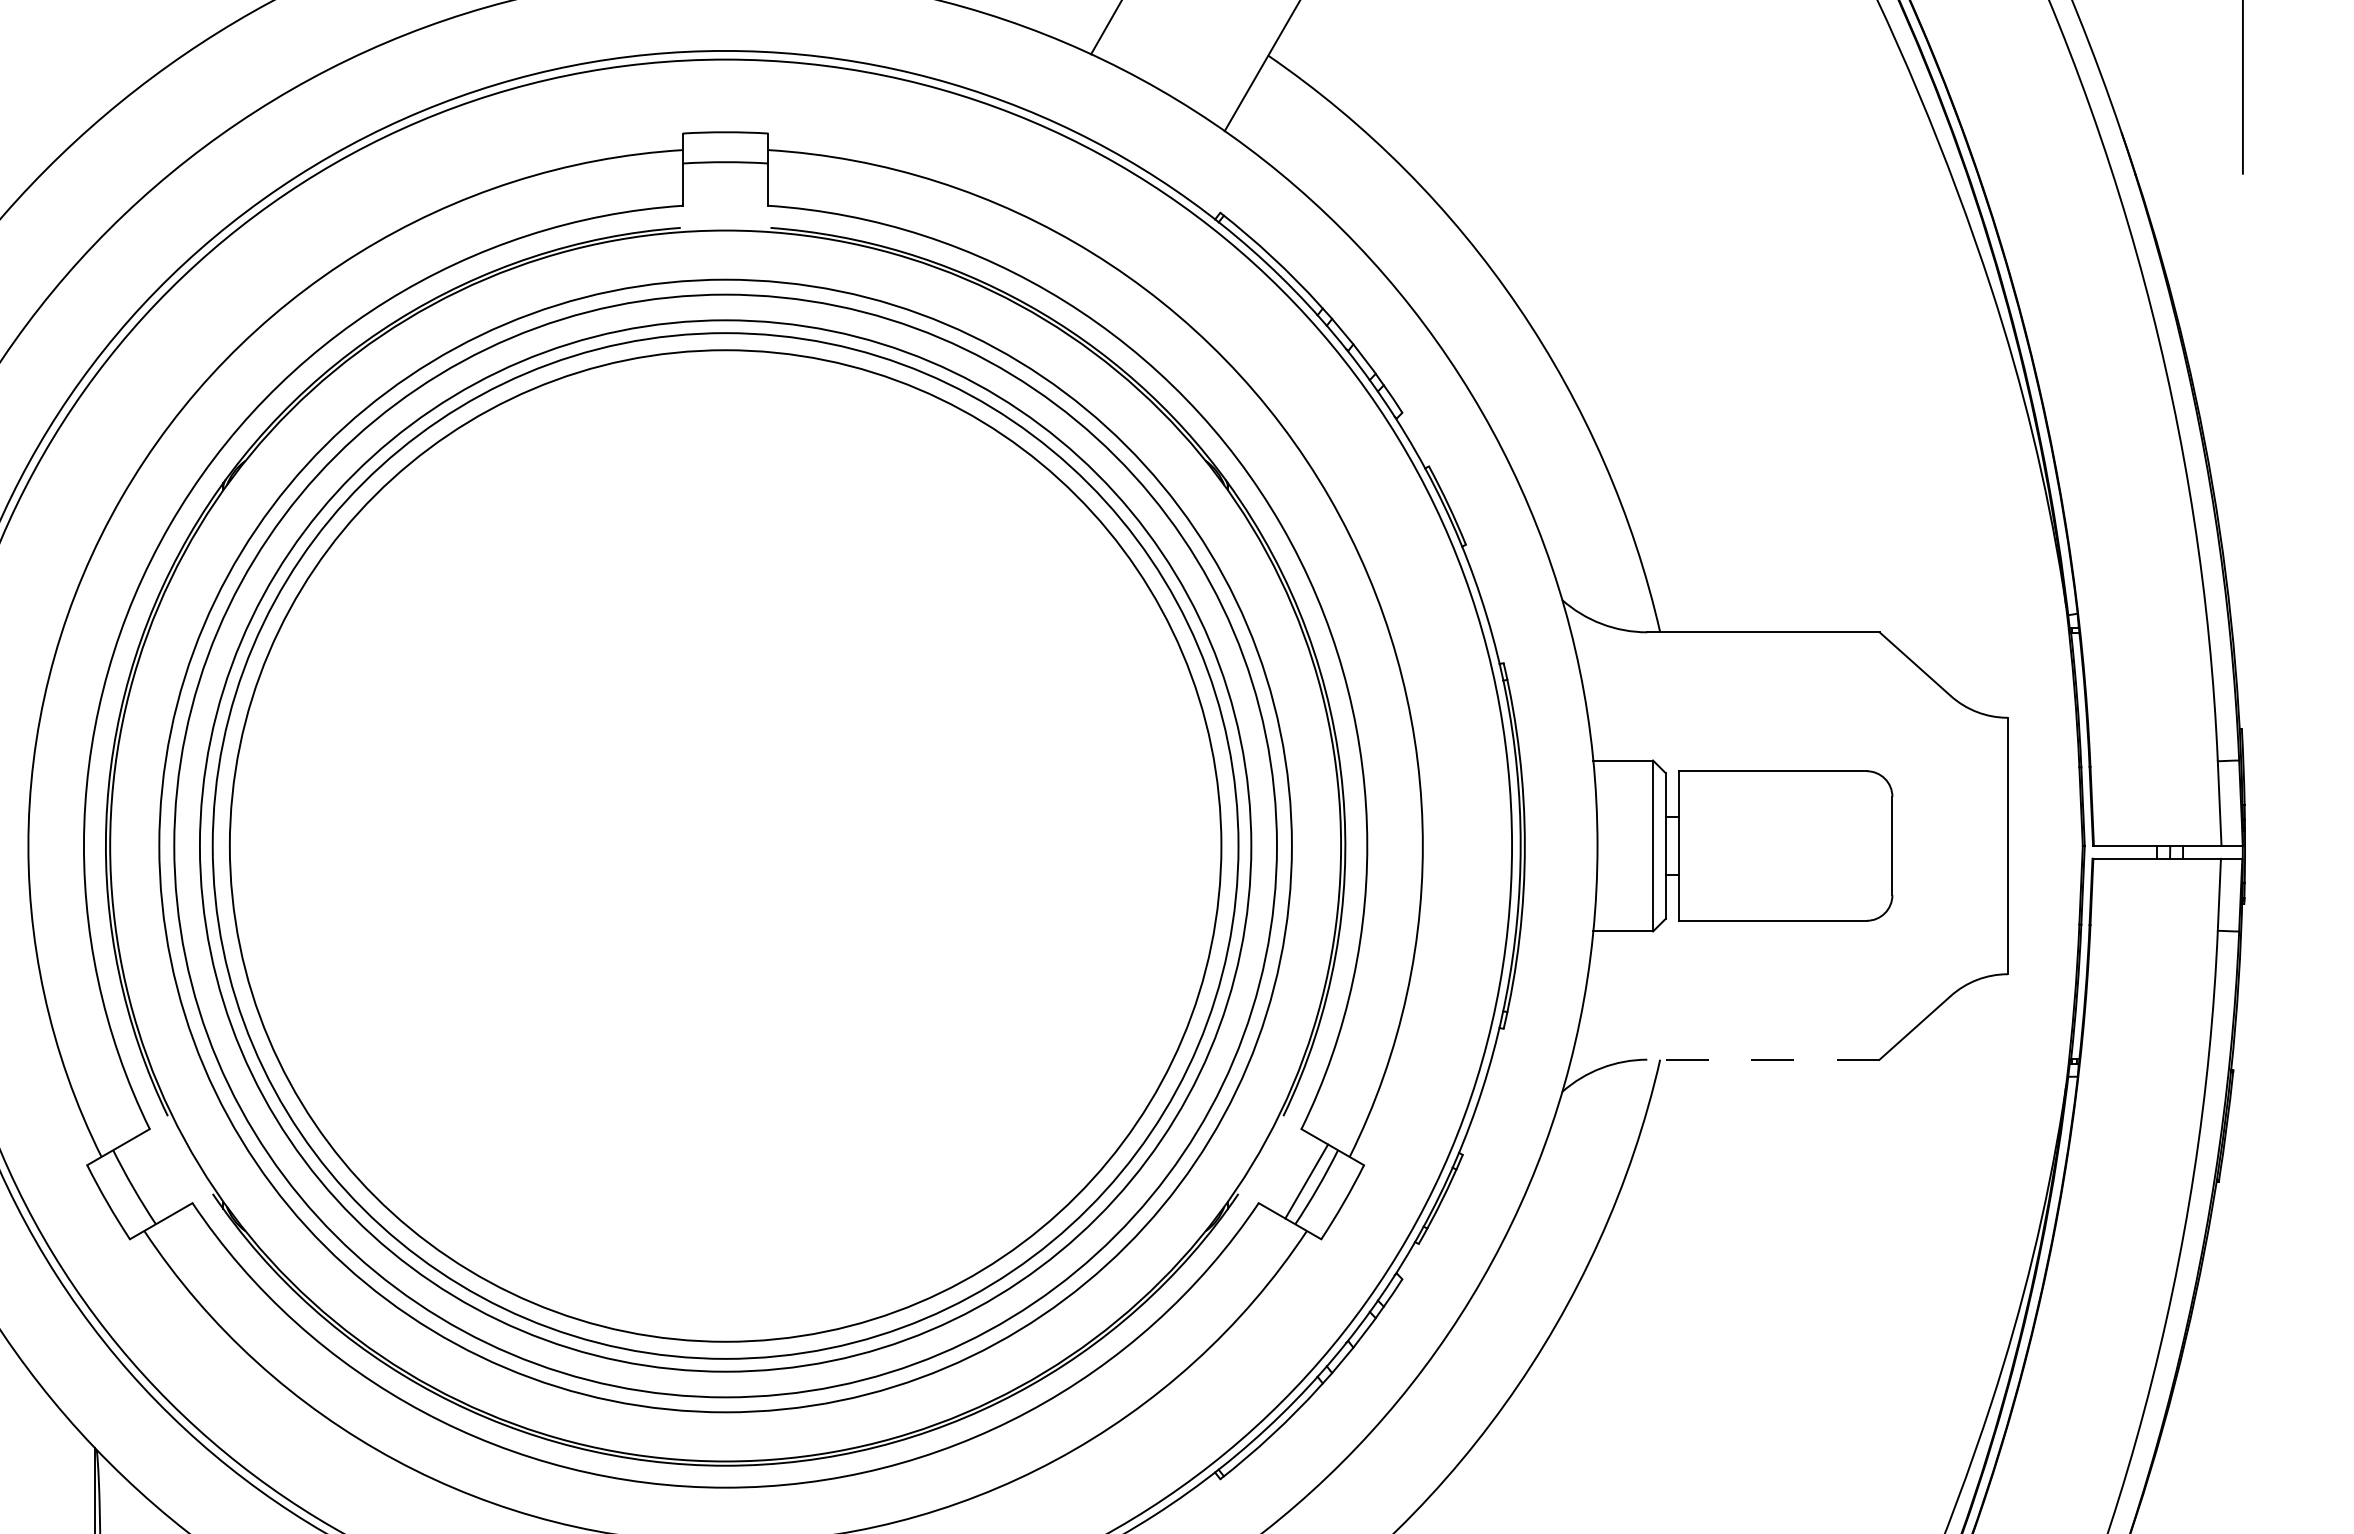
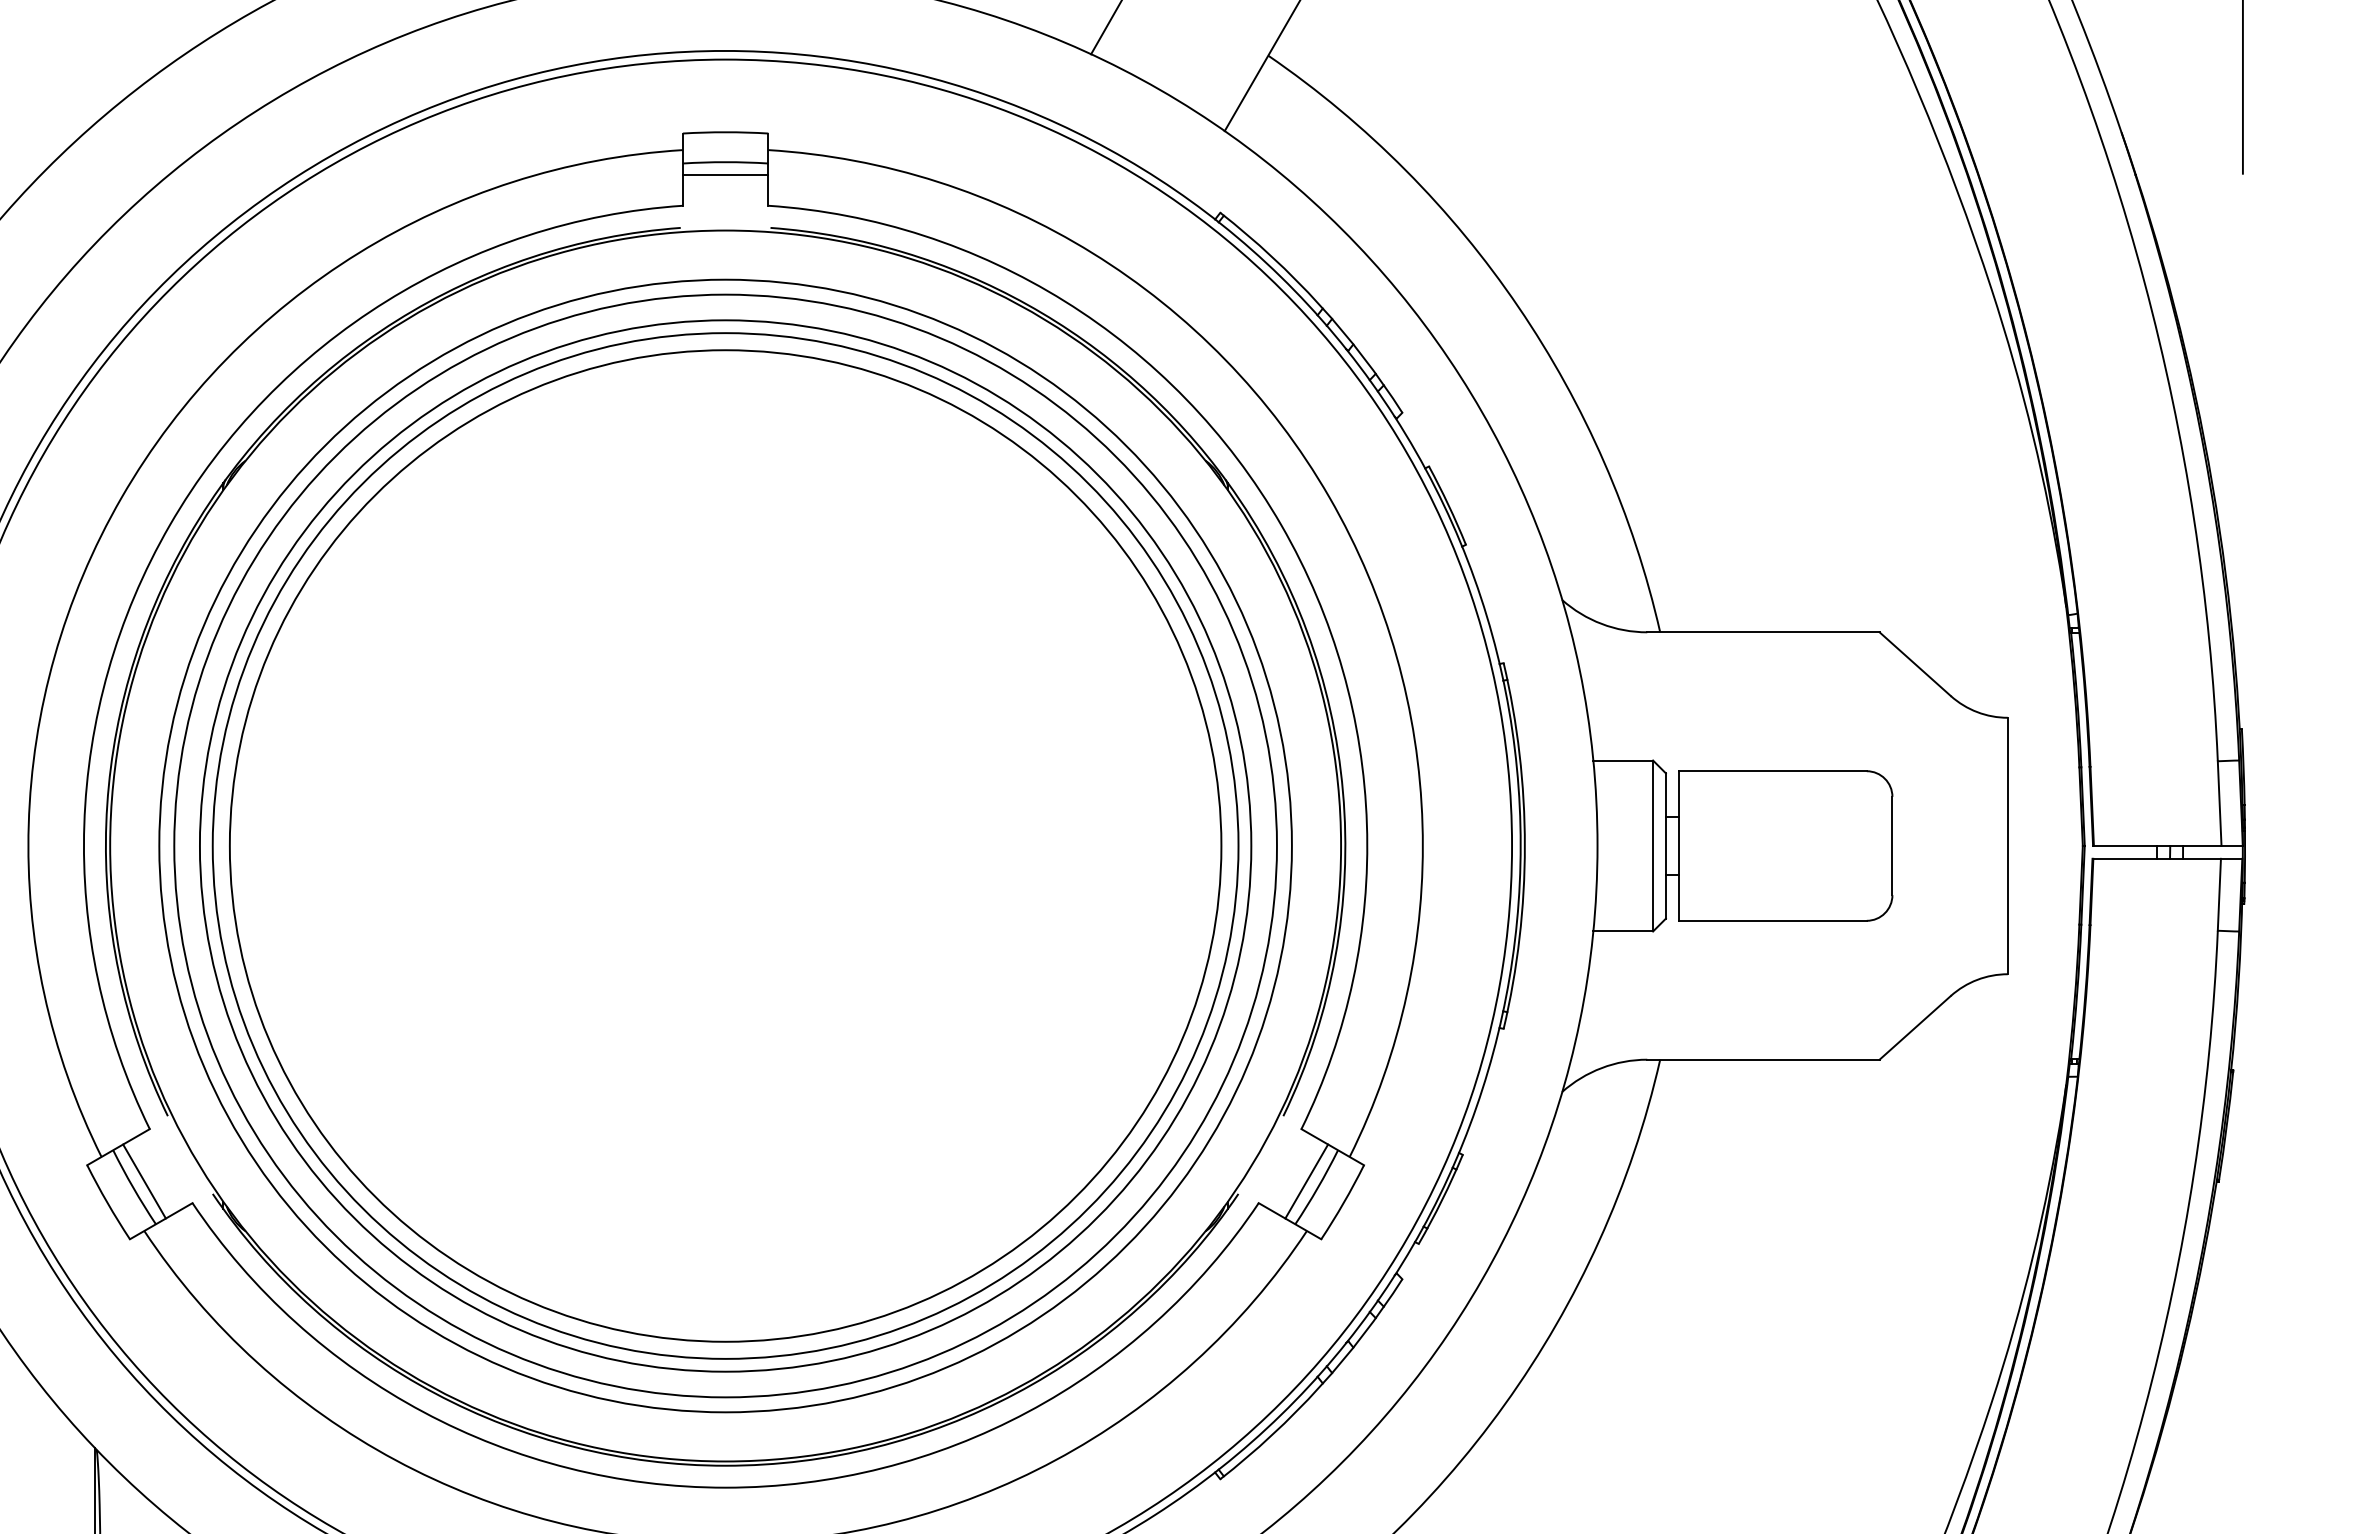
line at (725, 175): none -> present
line at (1762, 1059): dashed -> solid
line at (144, 1181): none -> present
